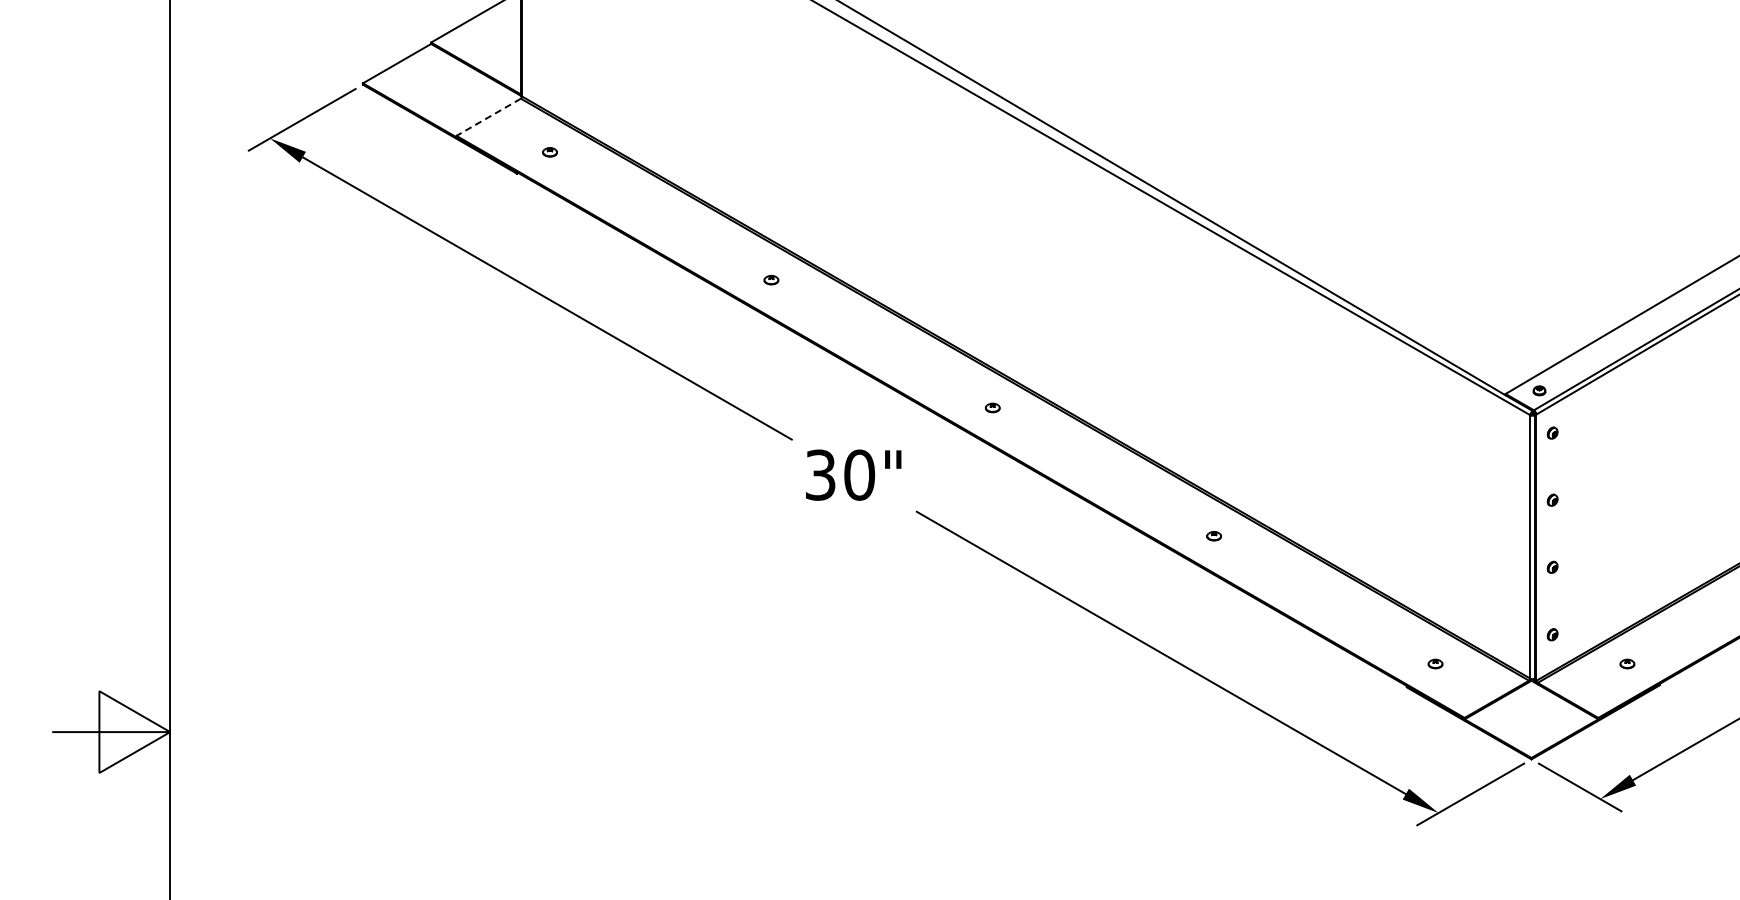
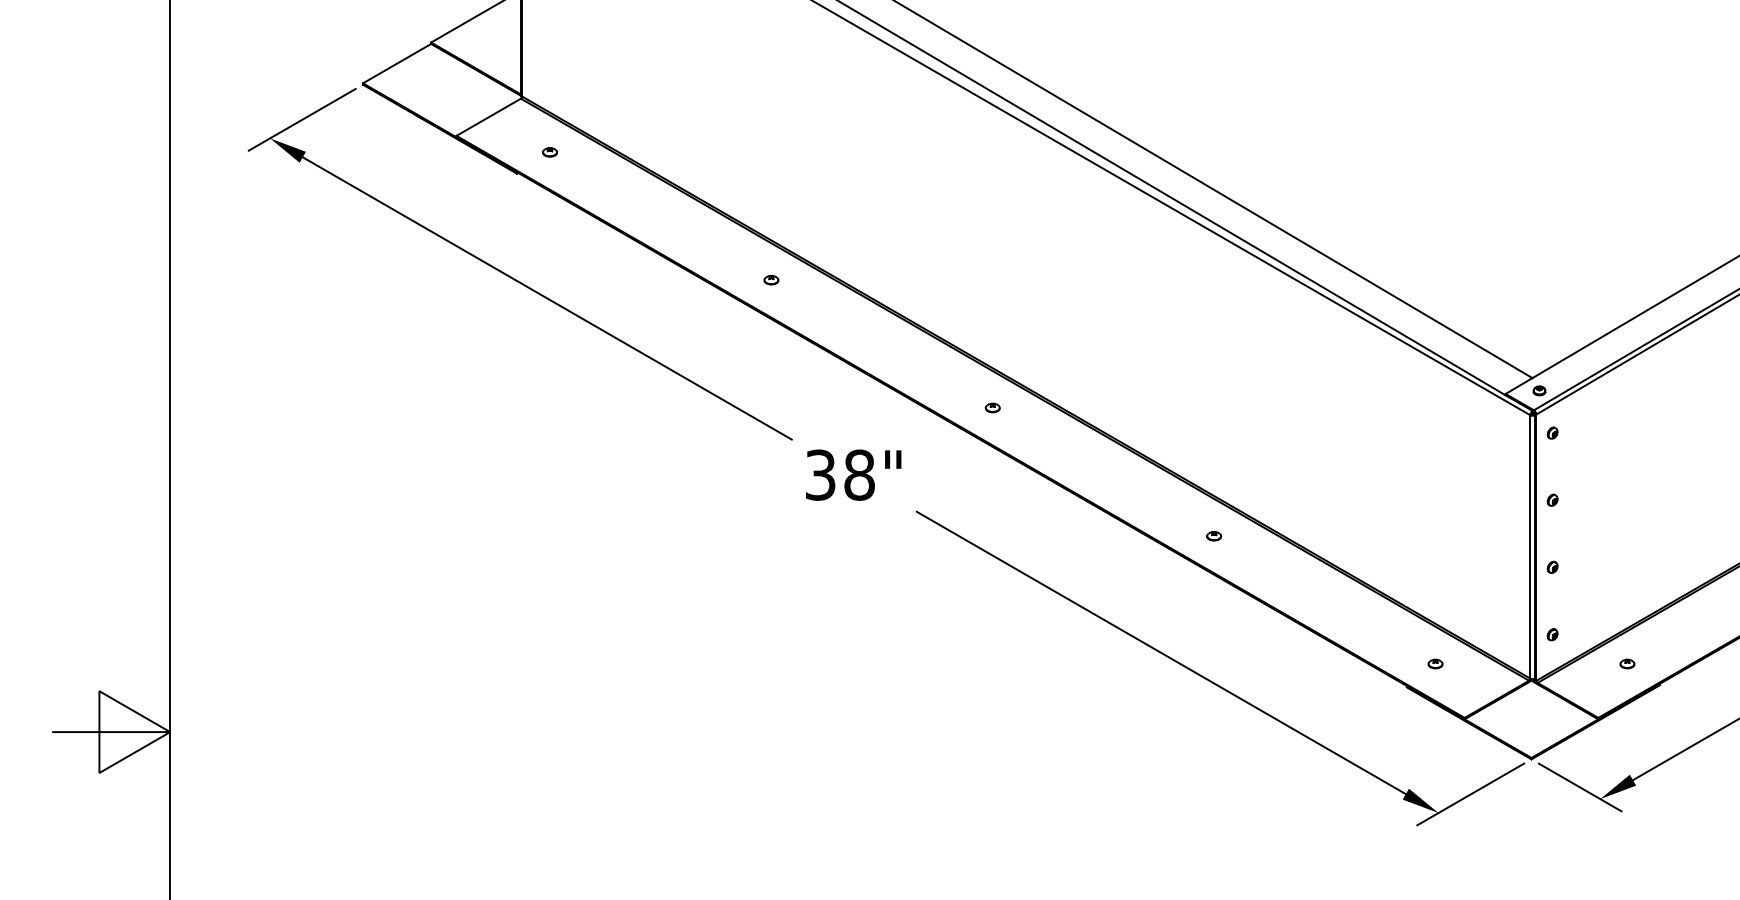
line at (488, 117): dashed -> solid
line at (1214, 190): none -> present
text at (859, 474): 30" -> 38"
